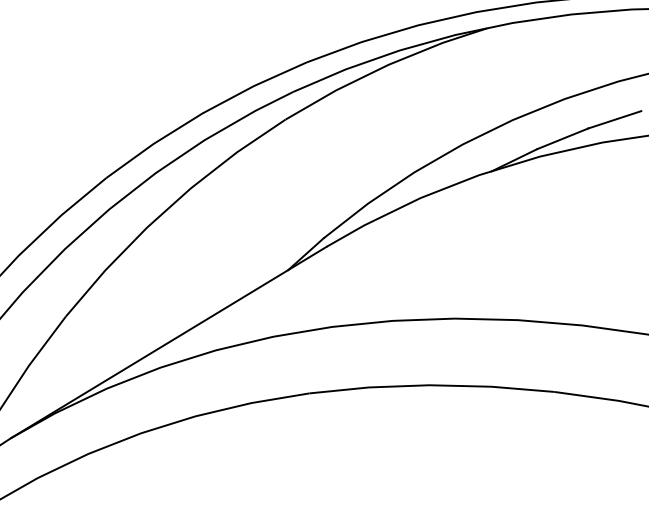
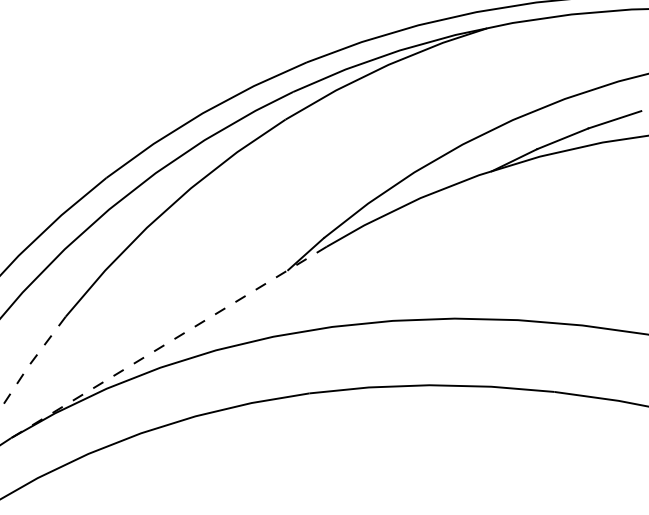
line at (168, 342): solid -> dashed
line at (31, 362): solid -> dashed
